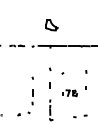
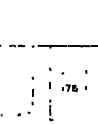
part at (51, 25): present -> none
part at (70, 93) position: (70, 93) -> (70, 88)
part at (80, 116): present -> none
